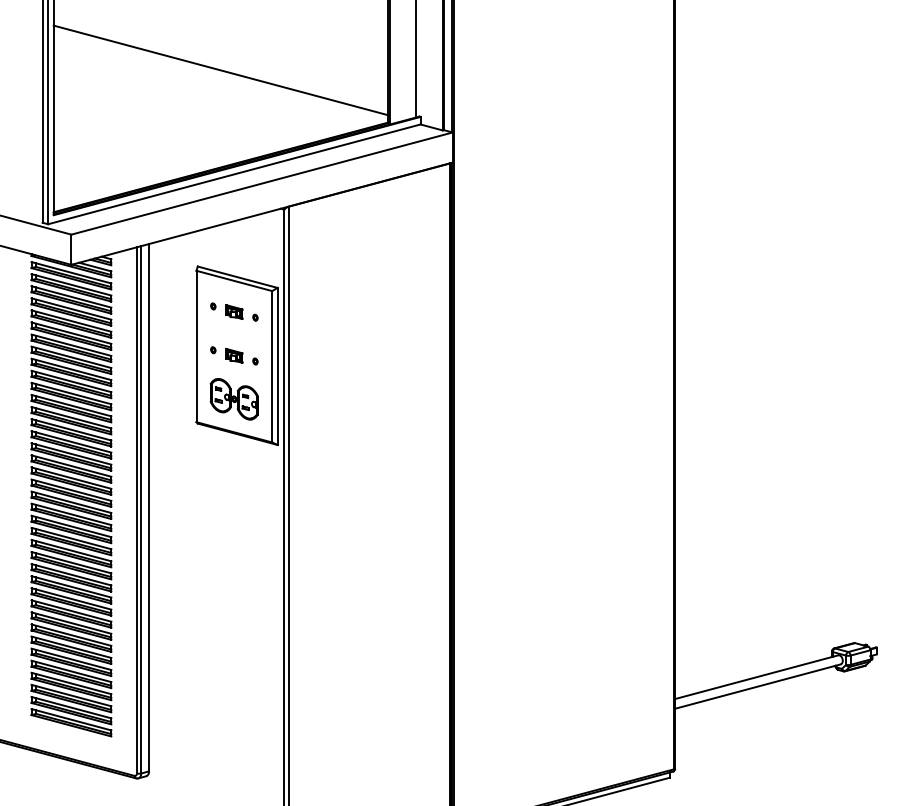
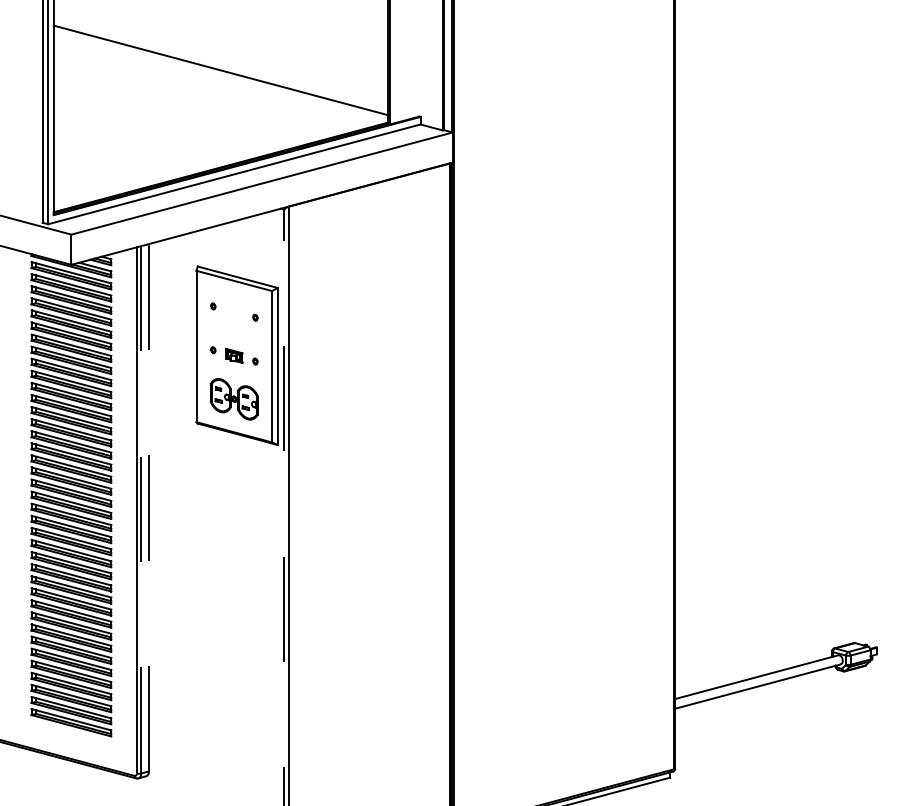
line at (416, 59): present -> none
part at (234, 311): present -> none
line at (149, 507): solid -> dashed
line at (284, 507): solid -> dashed
line at (141, 509): solid -> dashed
